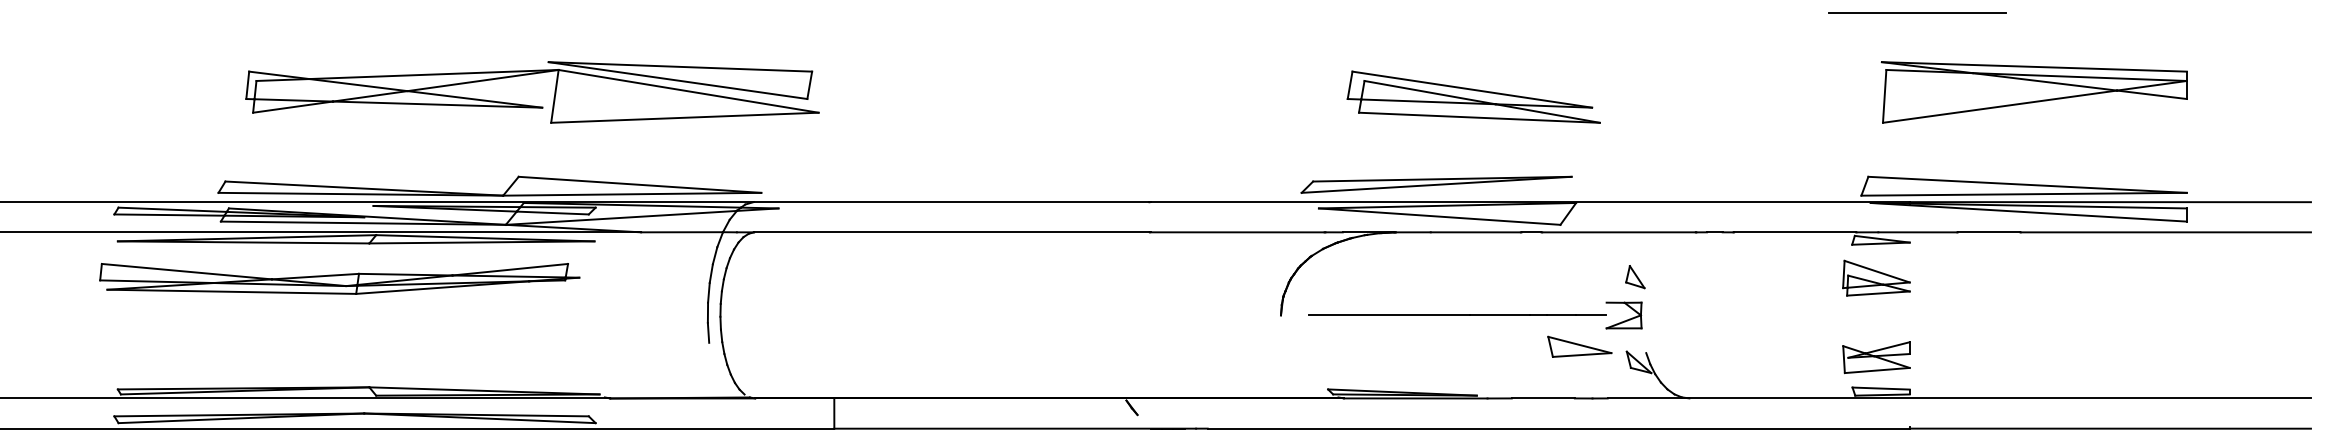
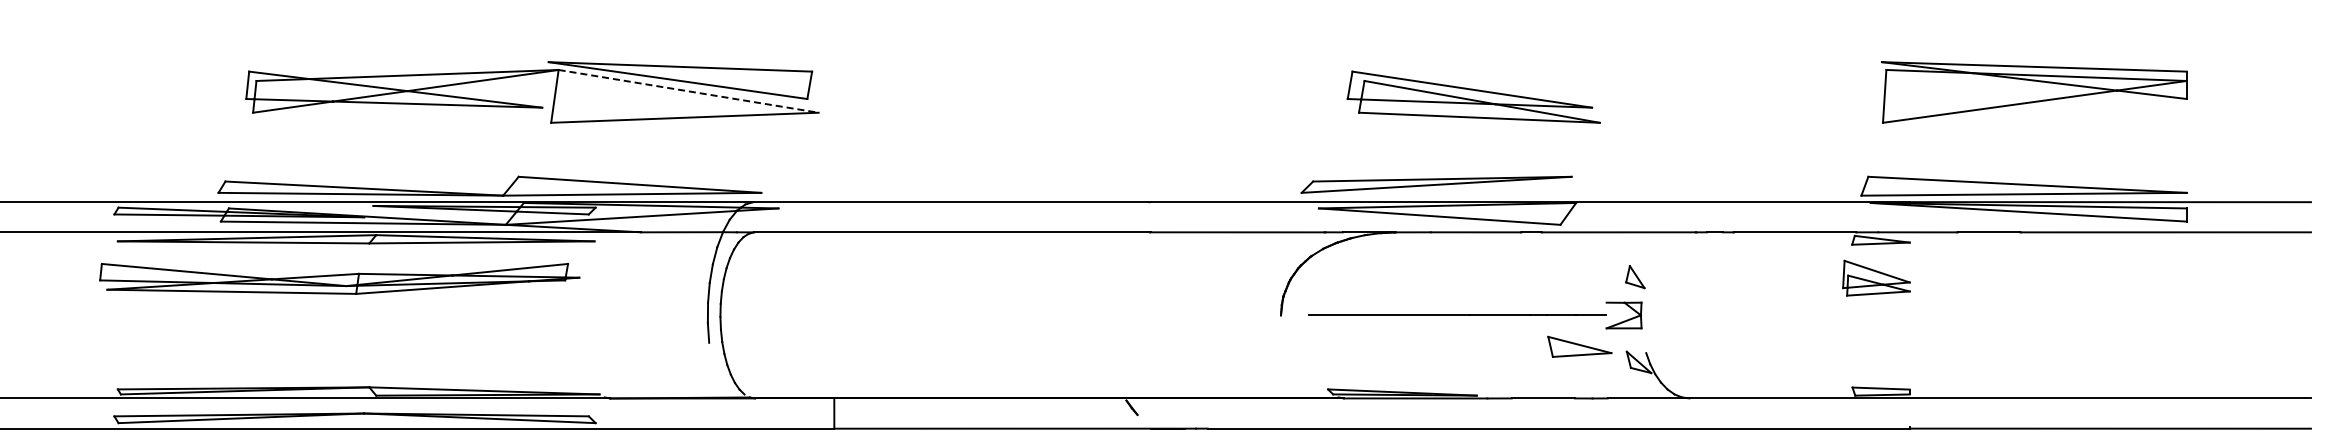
line at (1917, 13): present -> none
line at (688, 91): solid -> dashed
part at (1876, 357): present -> none
